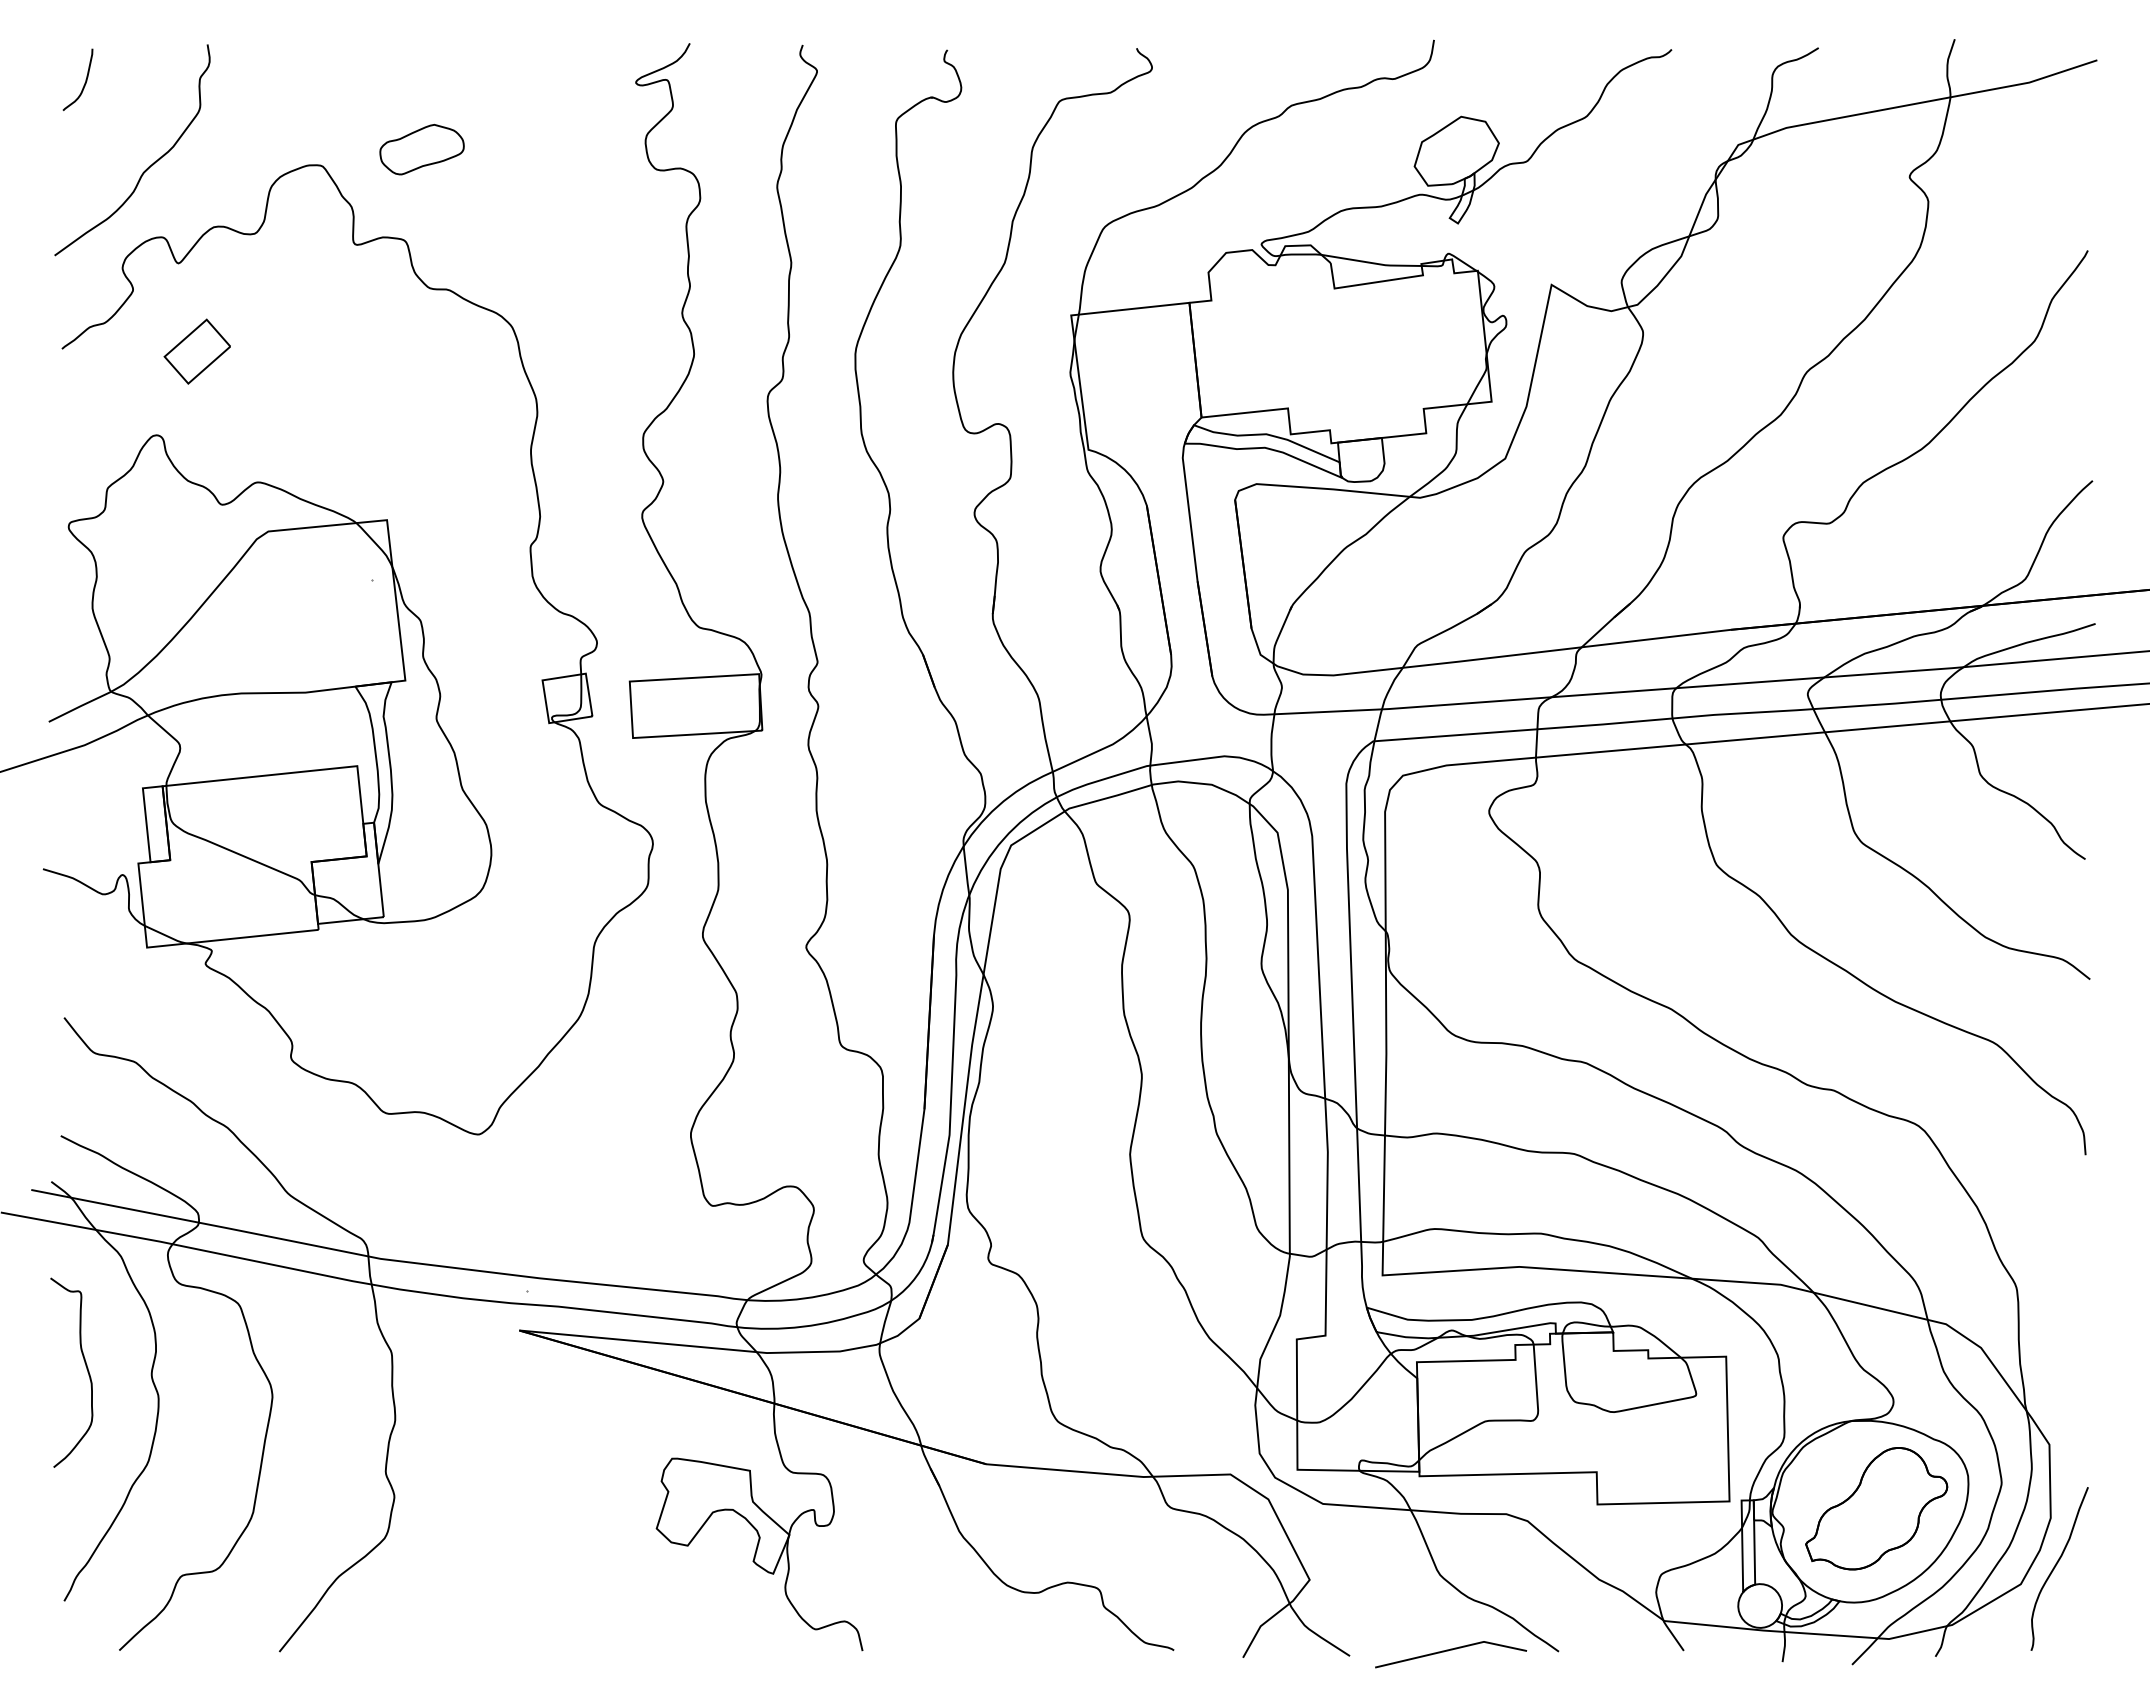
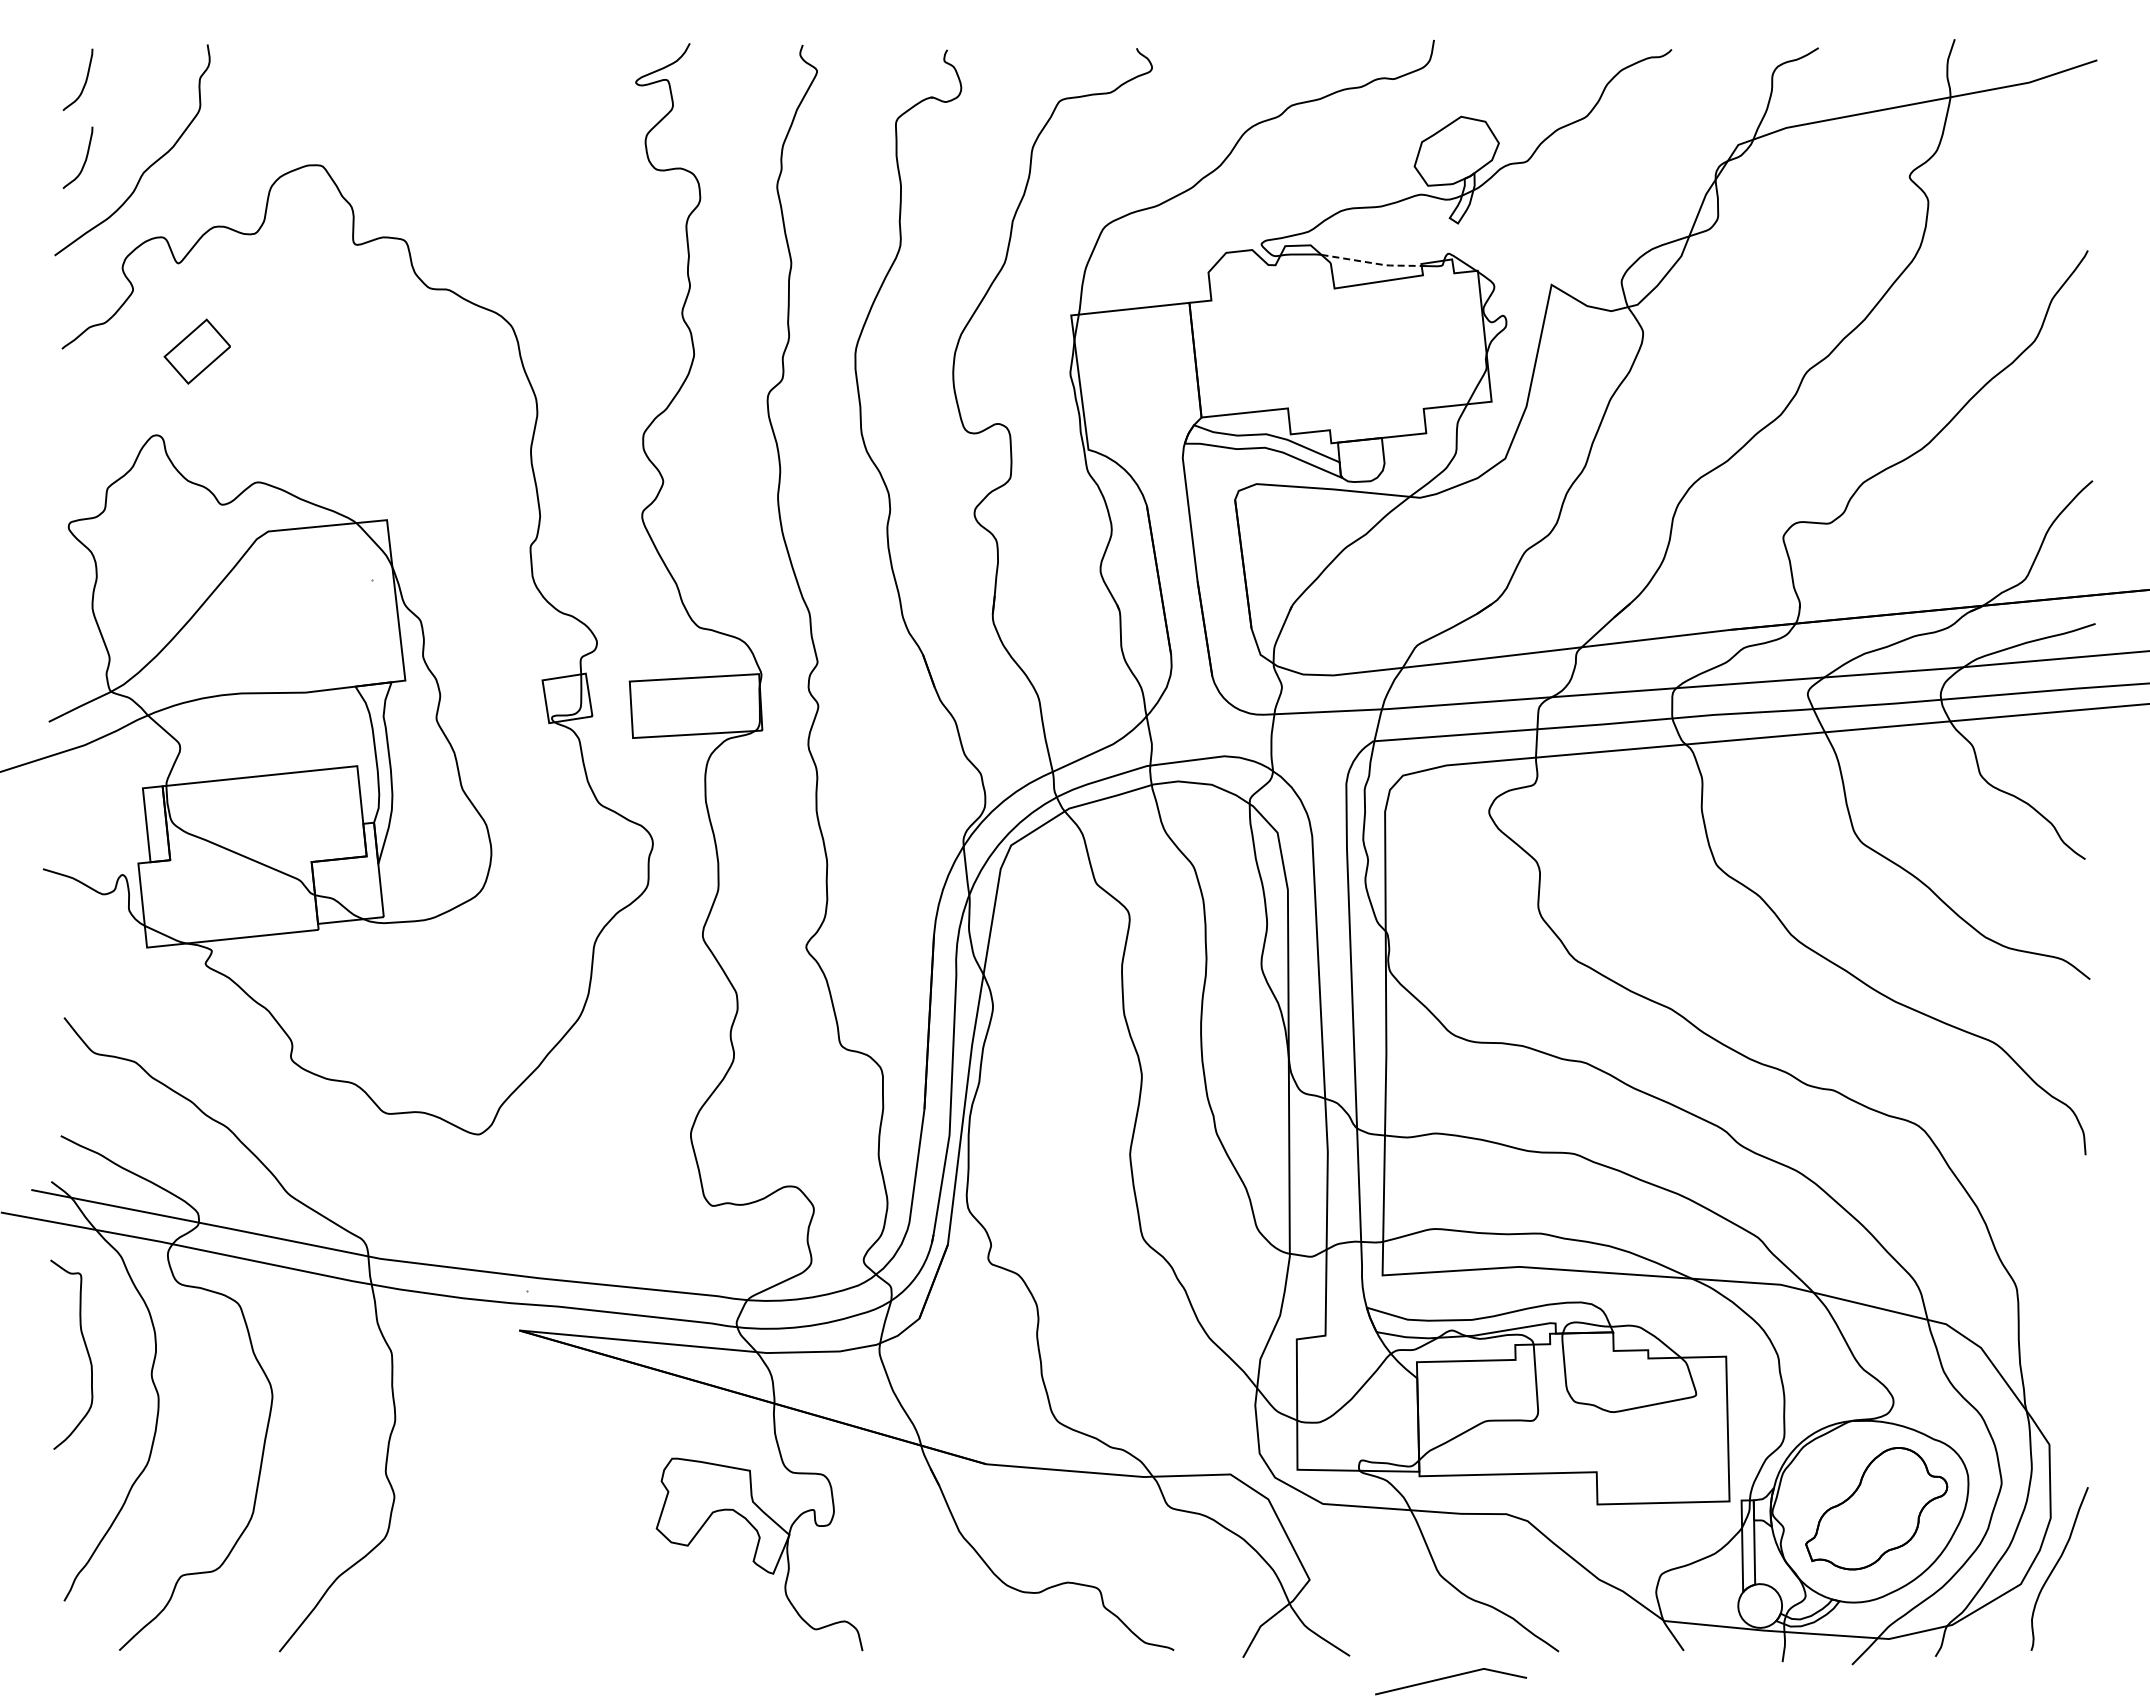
part at (421, 149): present -> none
curve at (84, 160): none -> present
line at (1372, 263): solid -> dashed
curve at (85, 1366) position: (85, 1366) -> (85, 1348)
line at (1451, 1650) position: (1451, 1650) -> (1451, 1677)
